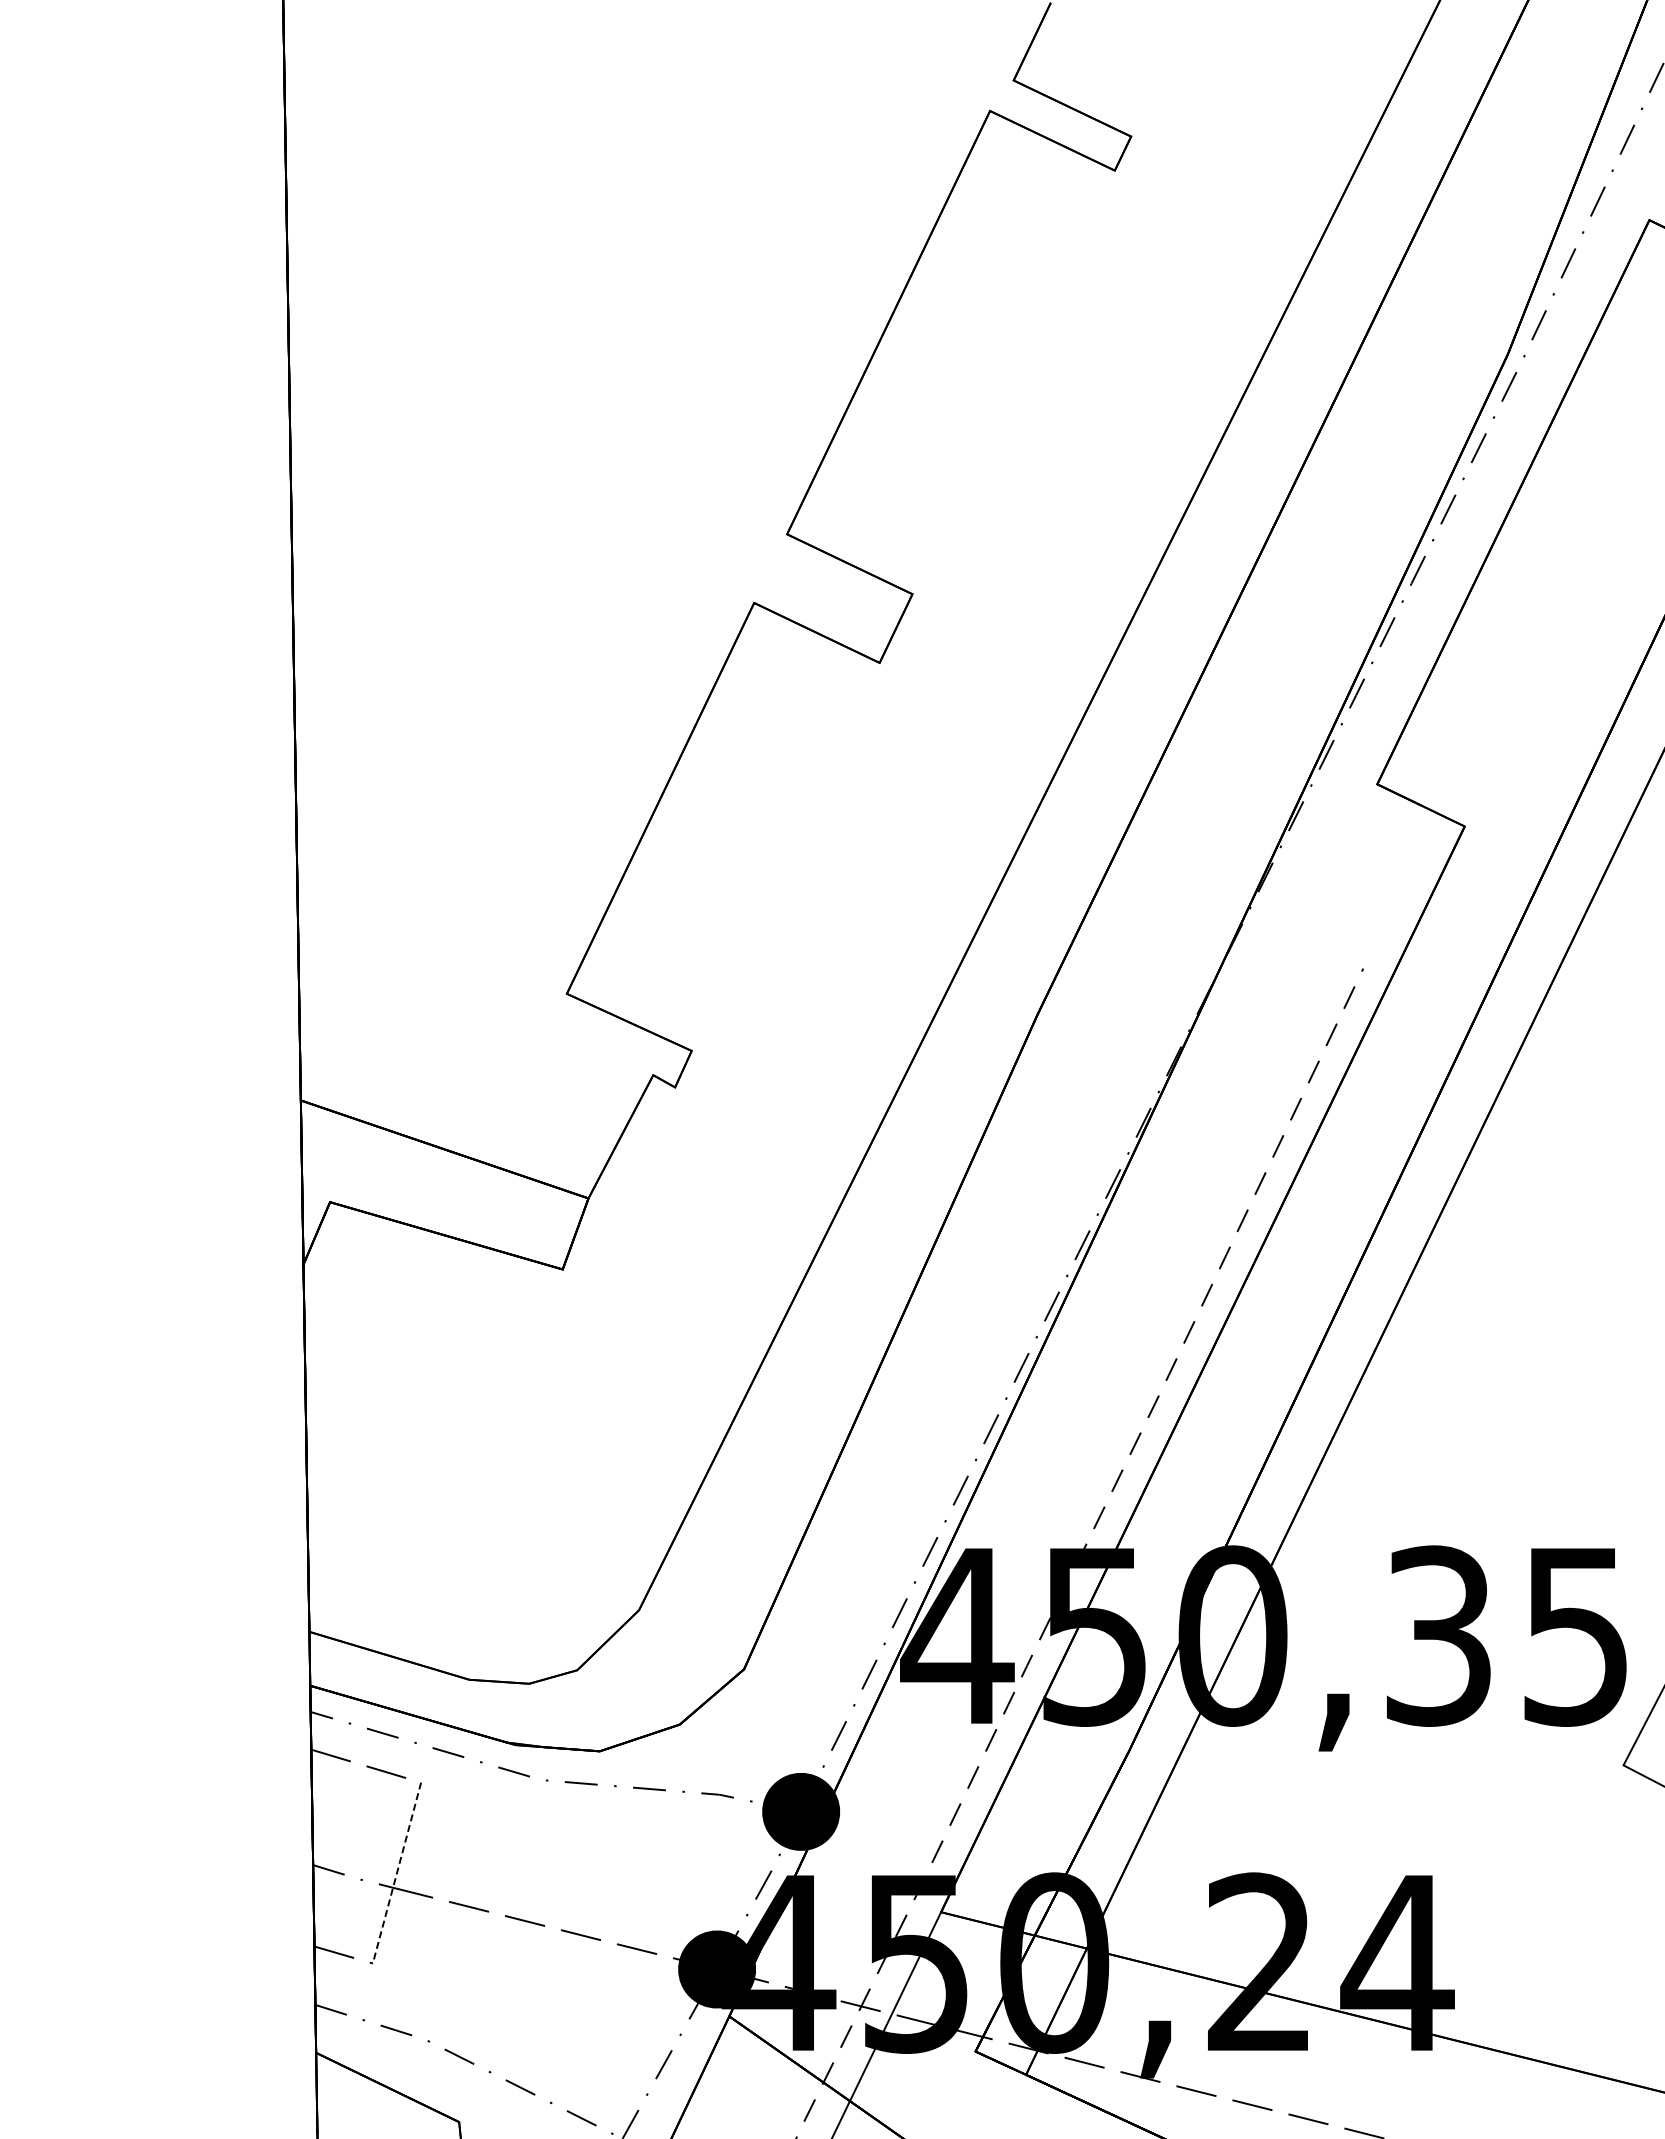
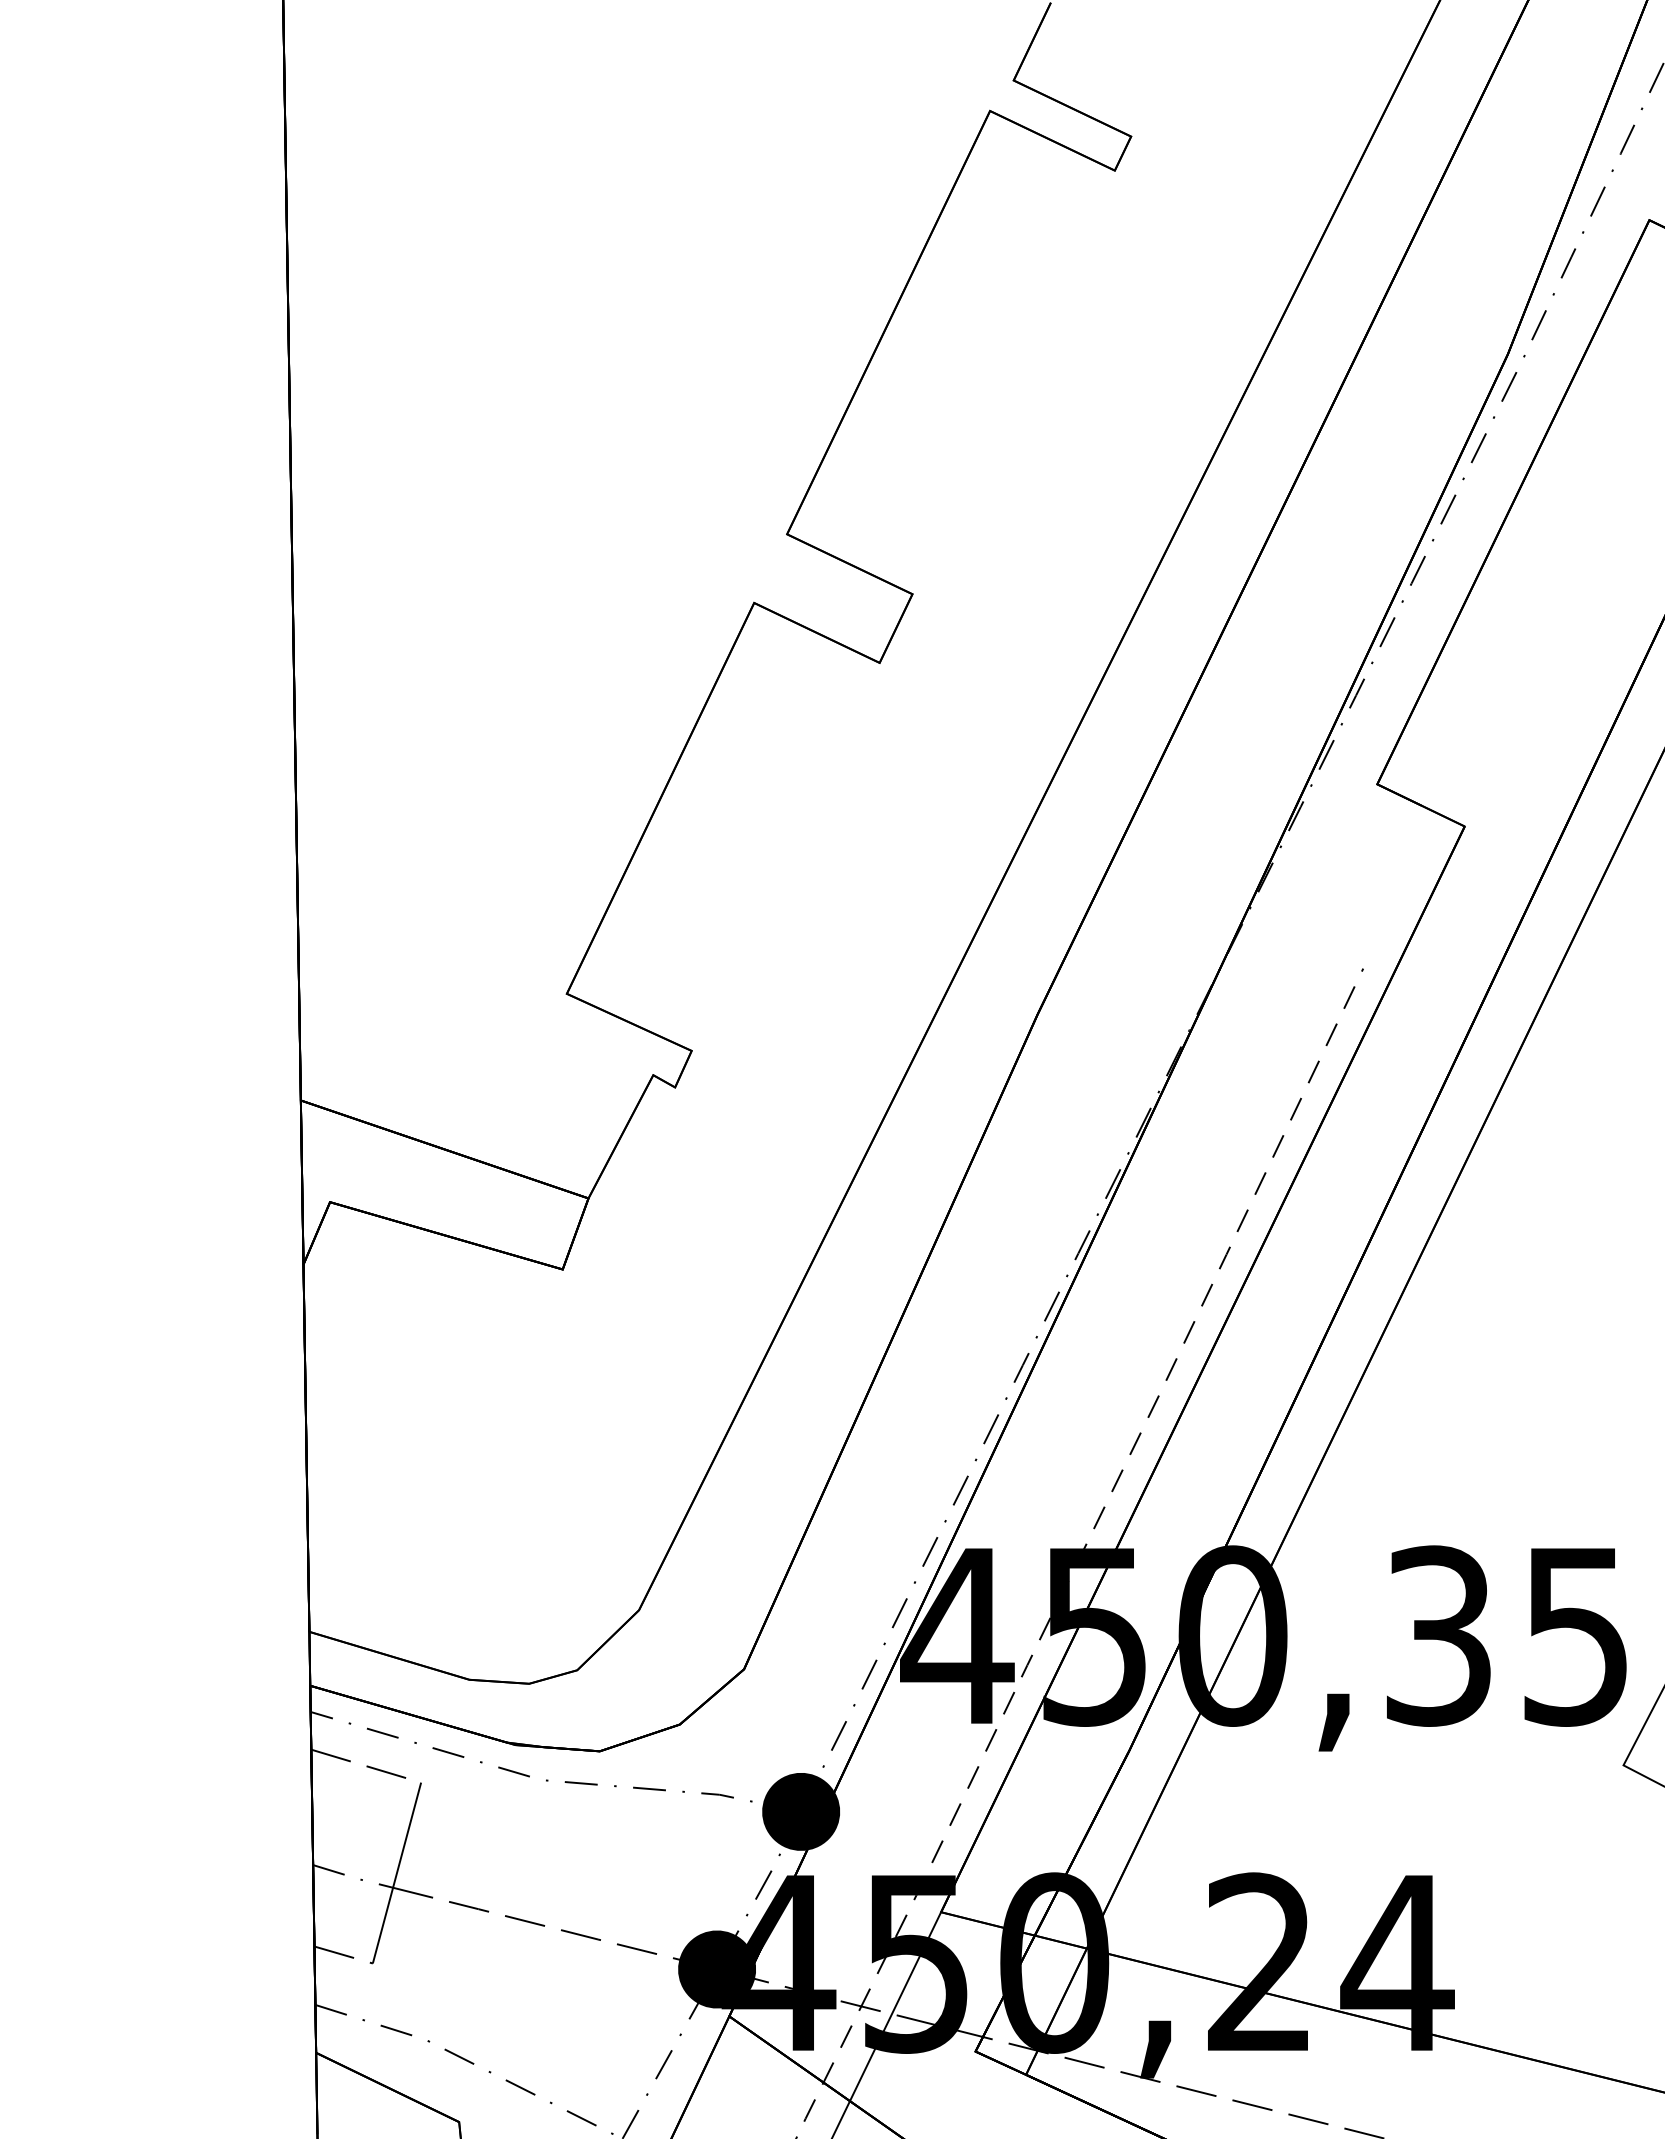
line at (397, 1873): dashed -> solid
